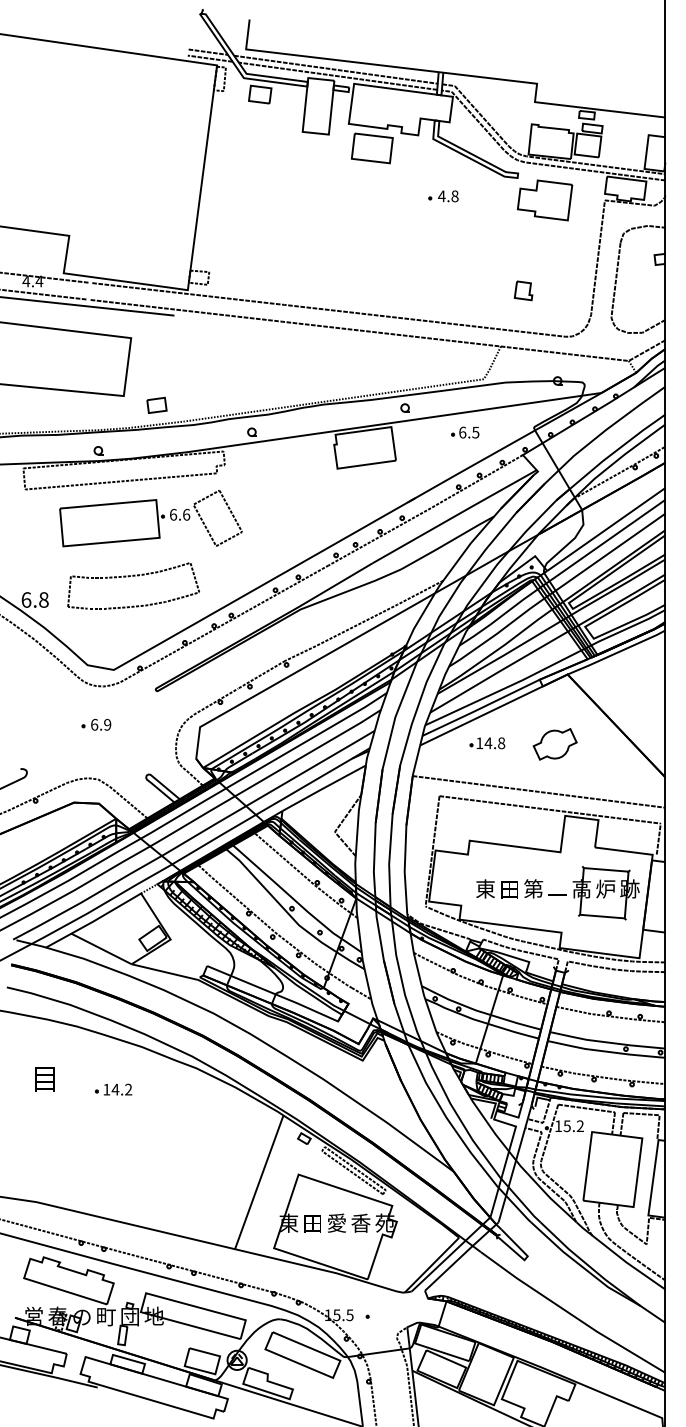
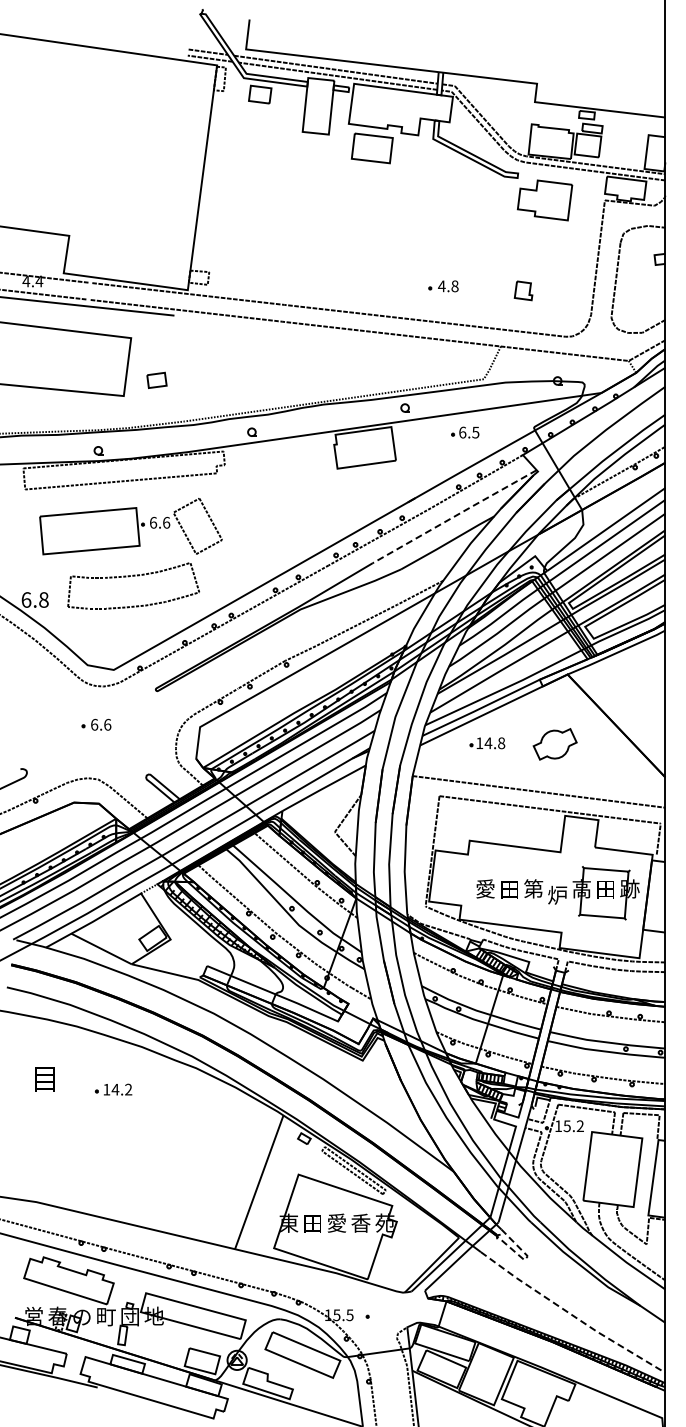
part at (443, 196) position: (443, 196) -> (443, 286)
part at (156, 404) position: (156, 404) -> (156, 379)
line at (455, 516): solid -> dashed
part at (150, 518) position: (150, 518) -> (130, 526)
text at (107, 724): 6.9 -> 6.6
text at (485, 888): 東 -> 愛
text at (605, 888): 炉 -> 田
text at (557, 894): 一 -> 炉
line at (526, 1258): solid -> dashed
line at (571, 1314): solid -> dashed
